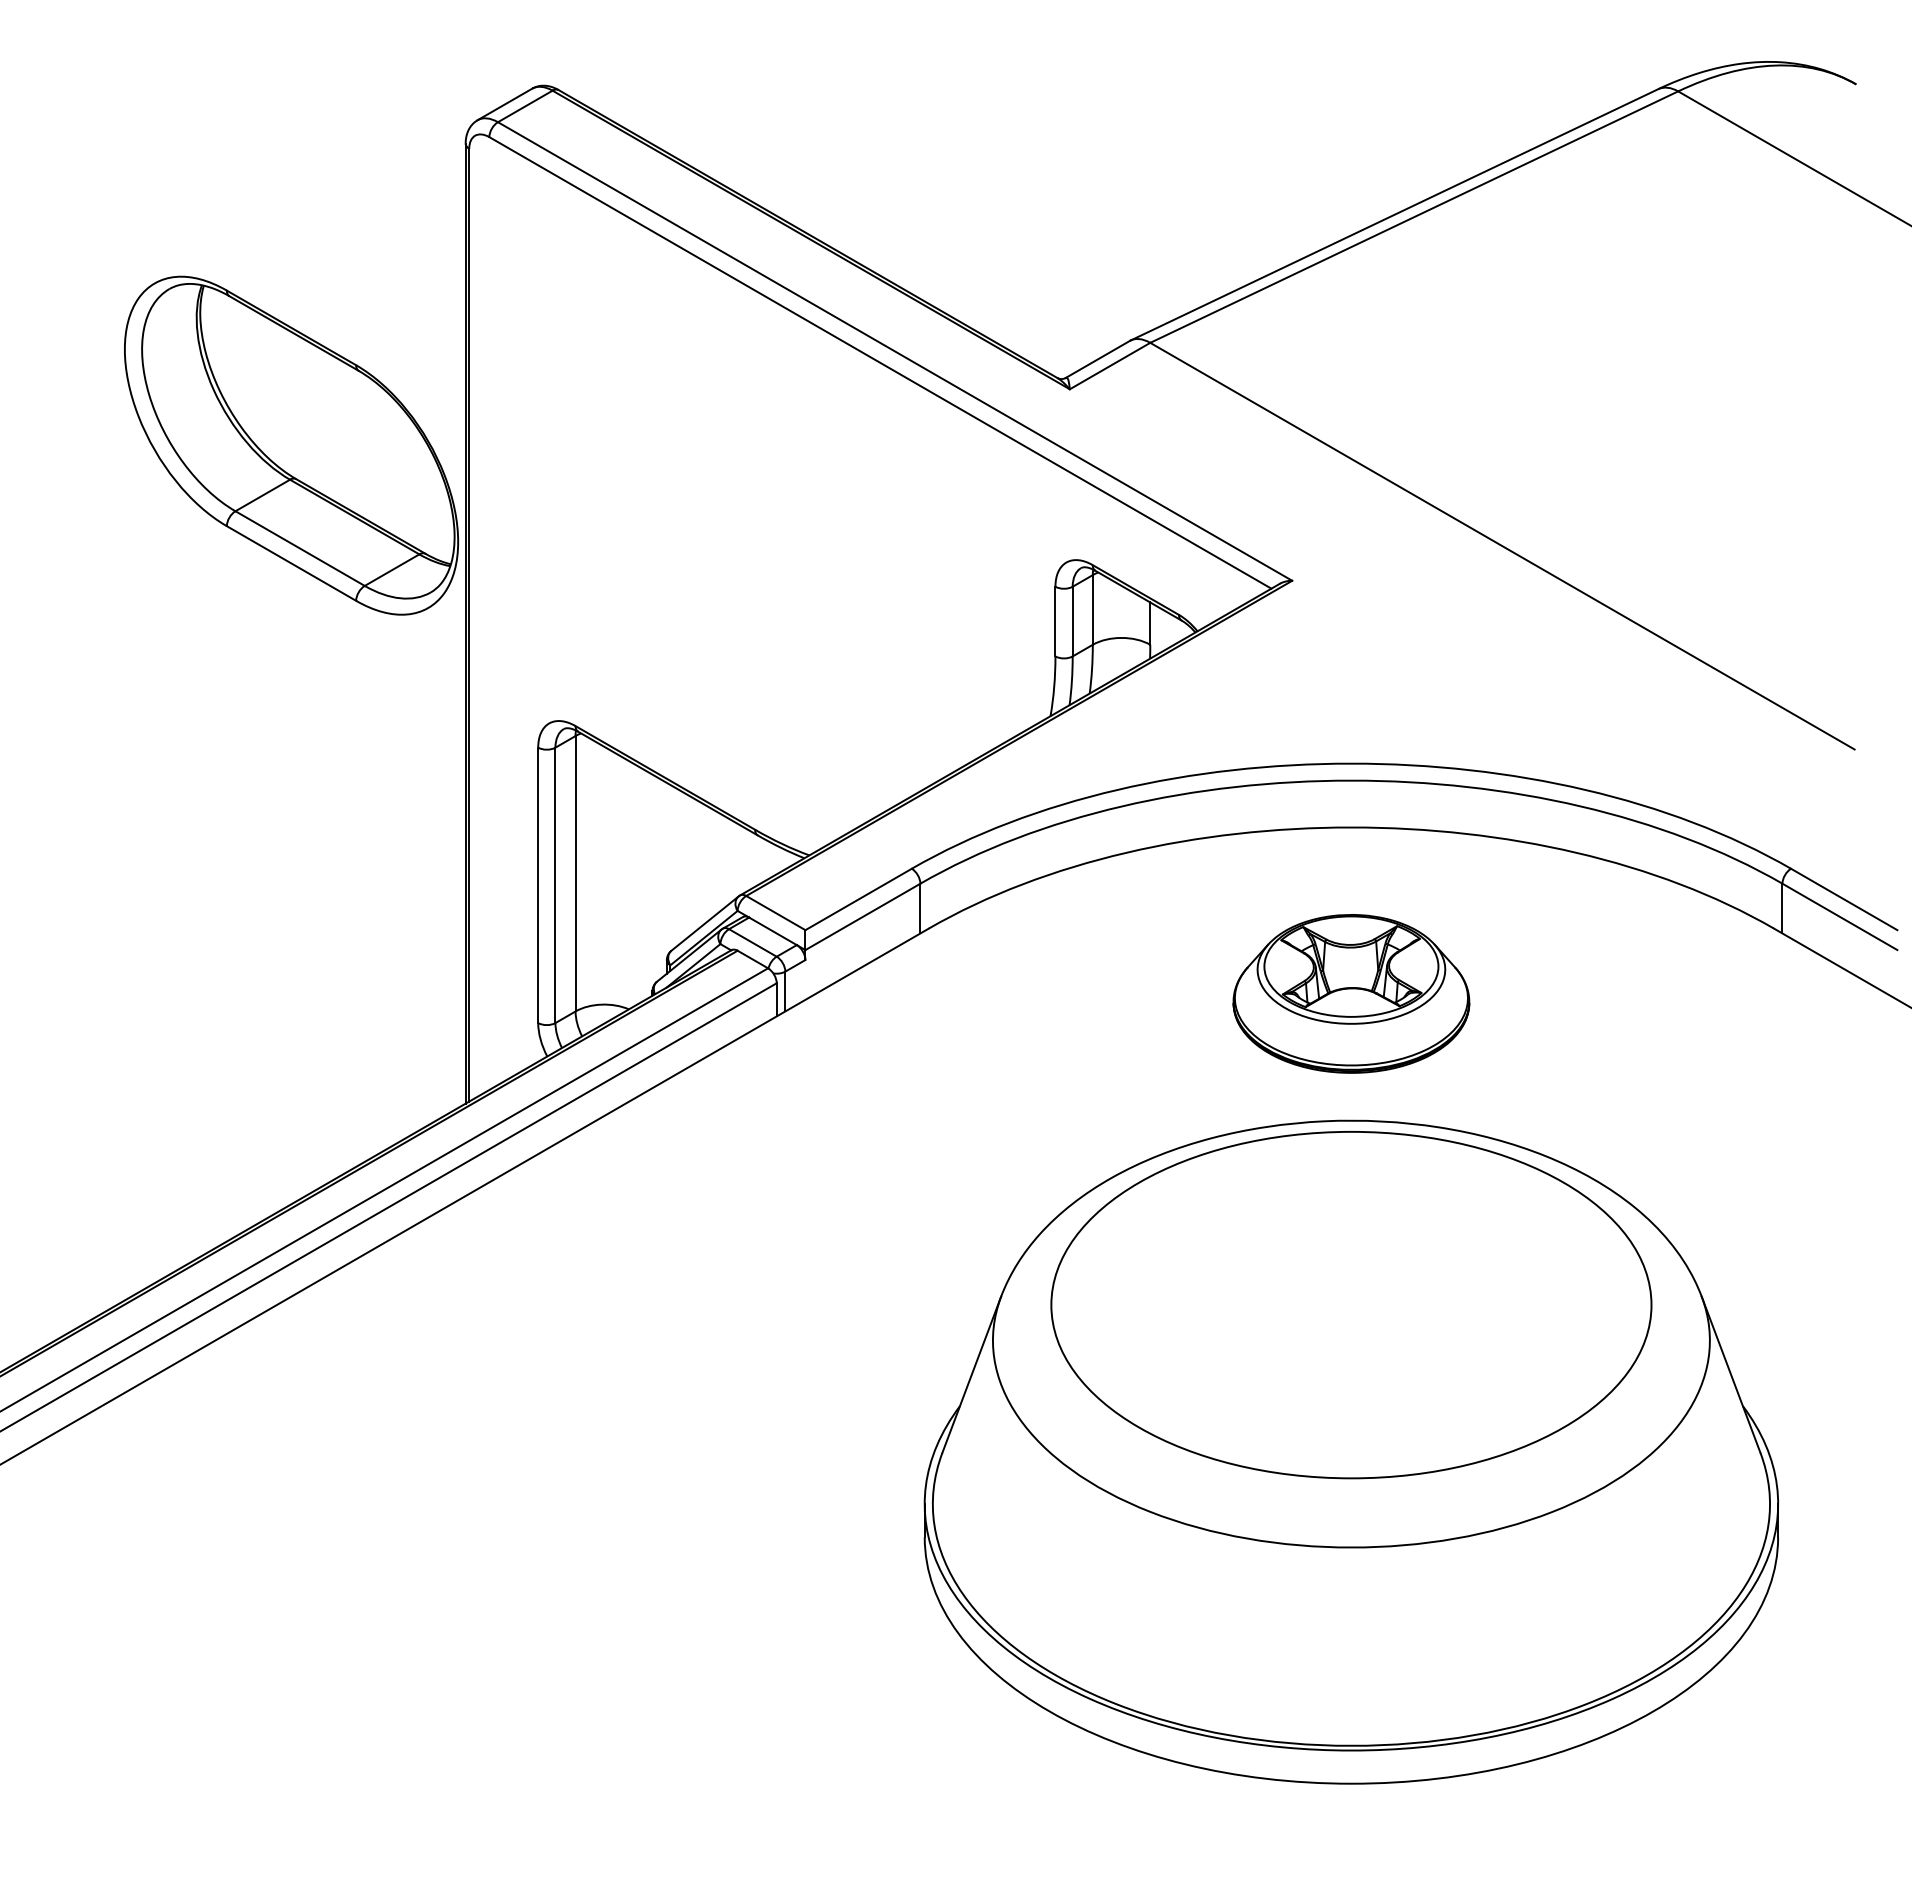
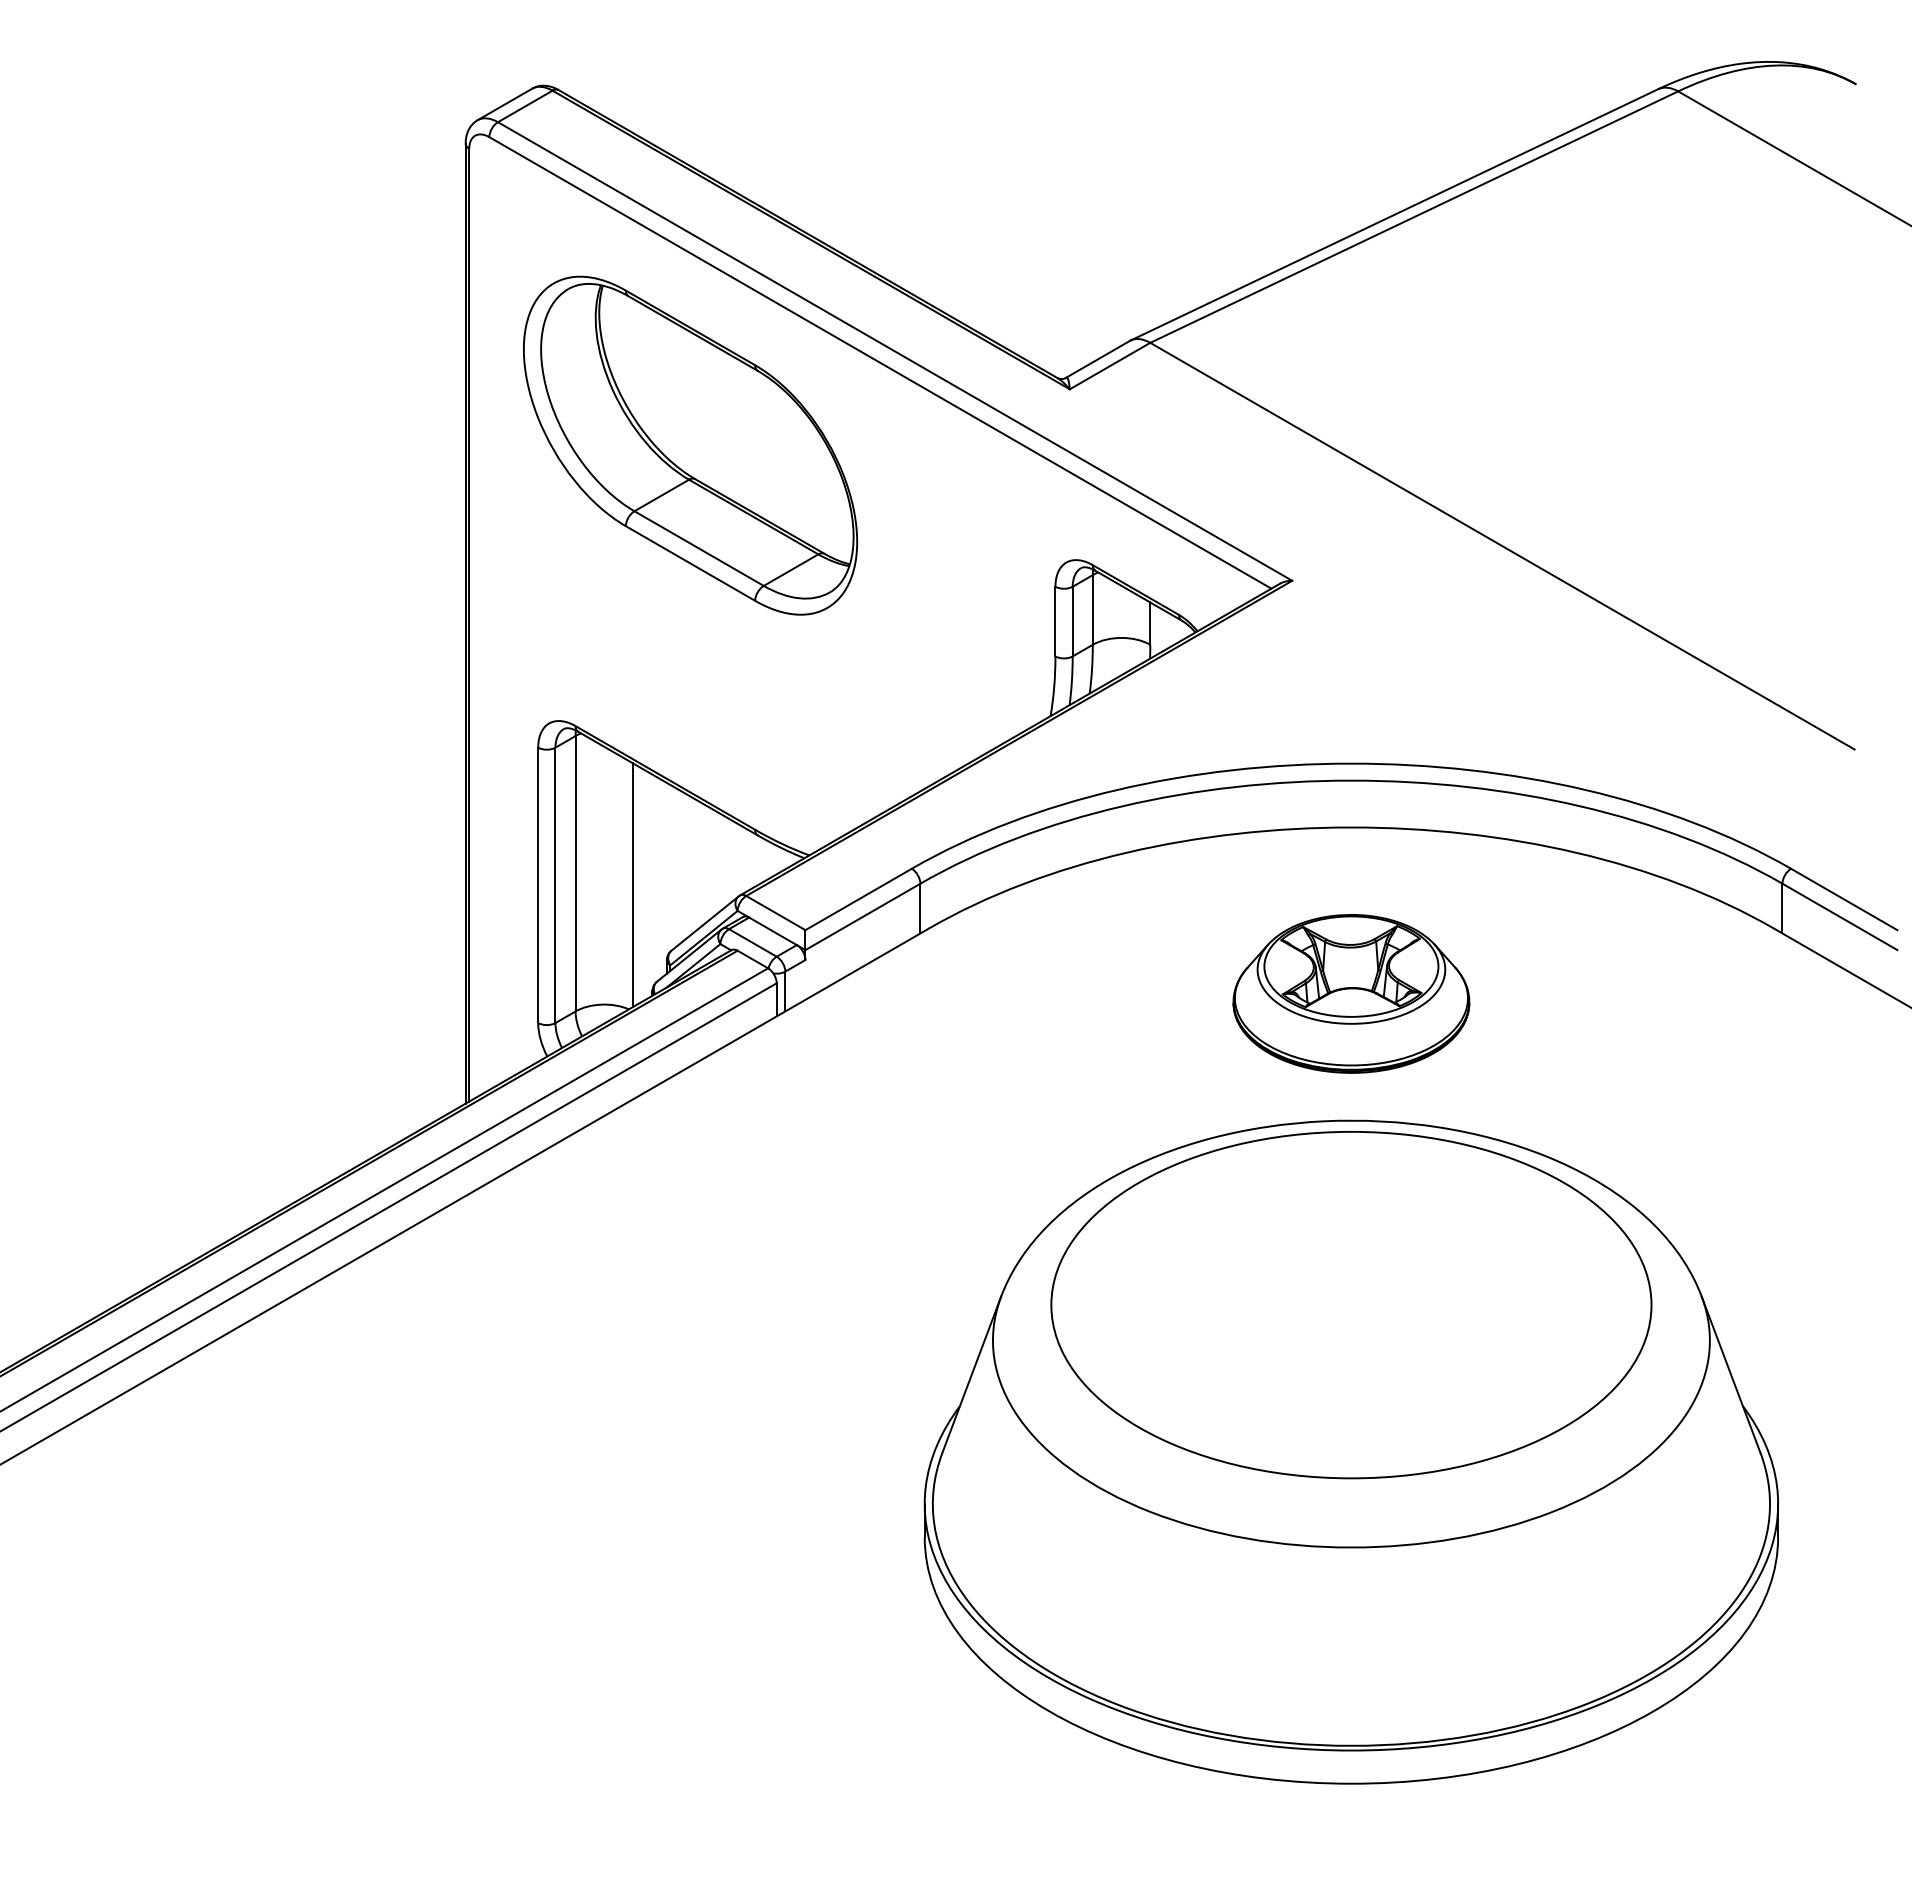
part at (291, 445) position: (291, 445) -> (690, 445)
line at (633, 885): none -> present
